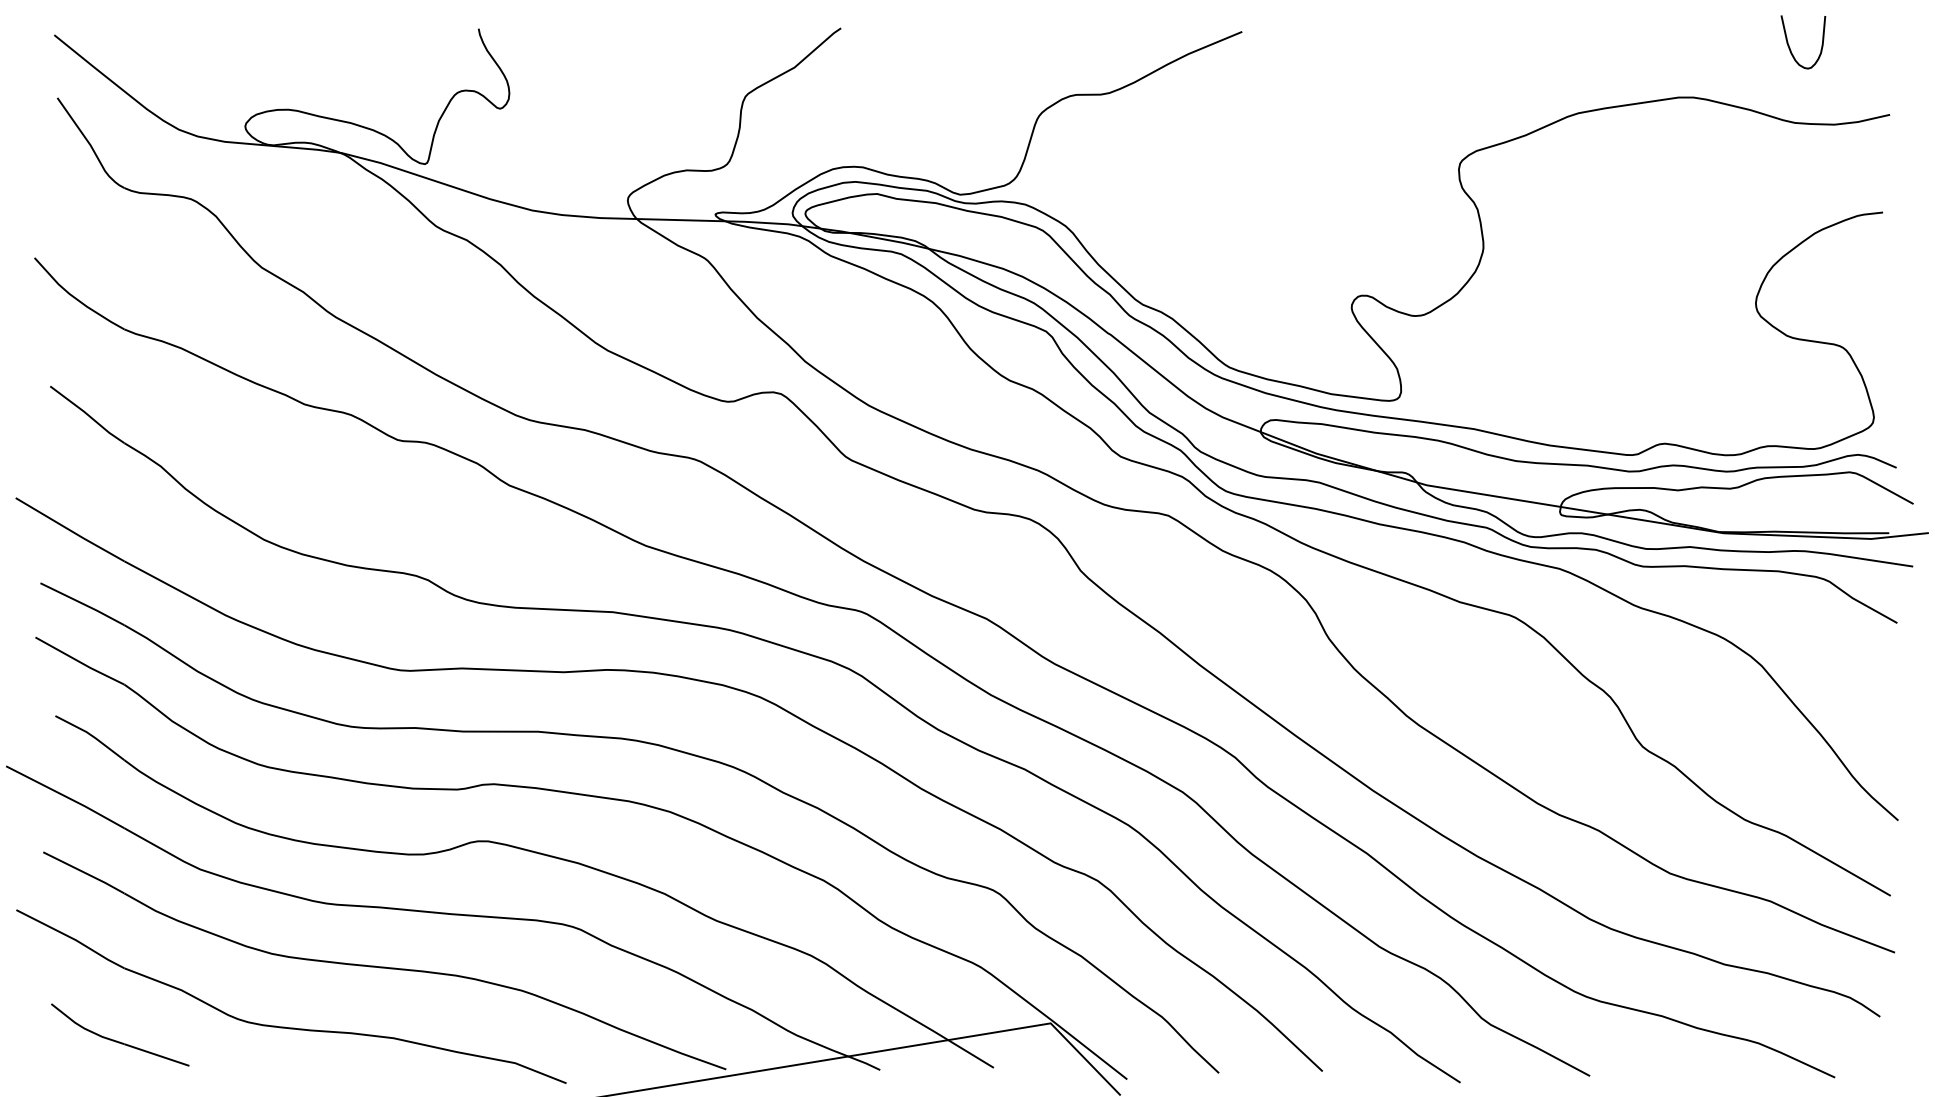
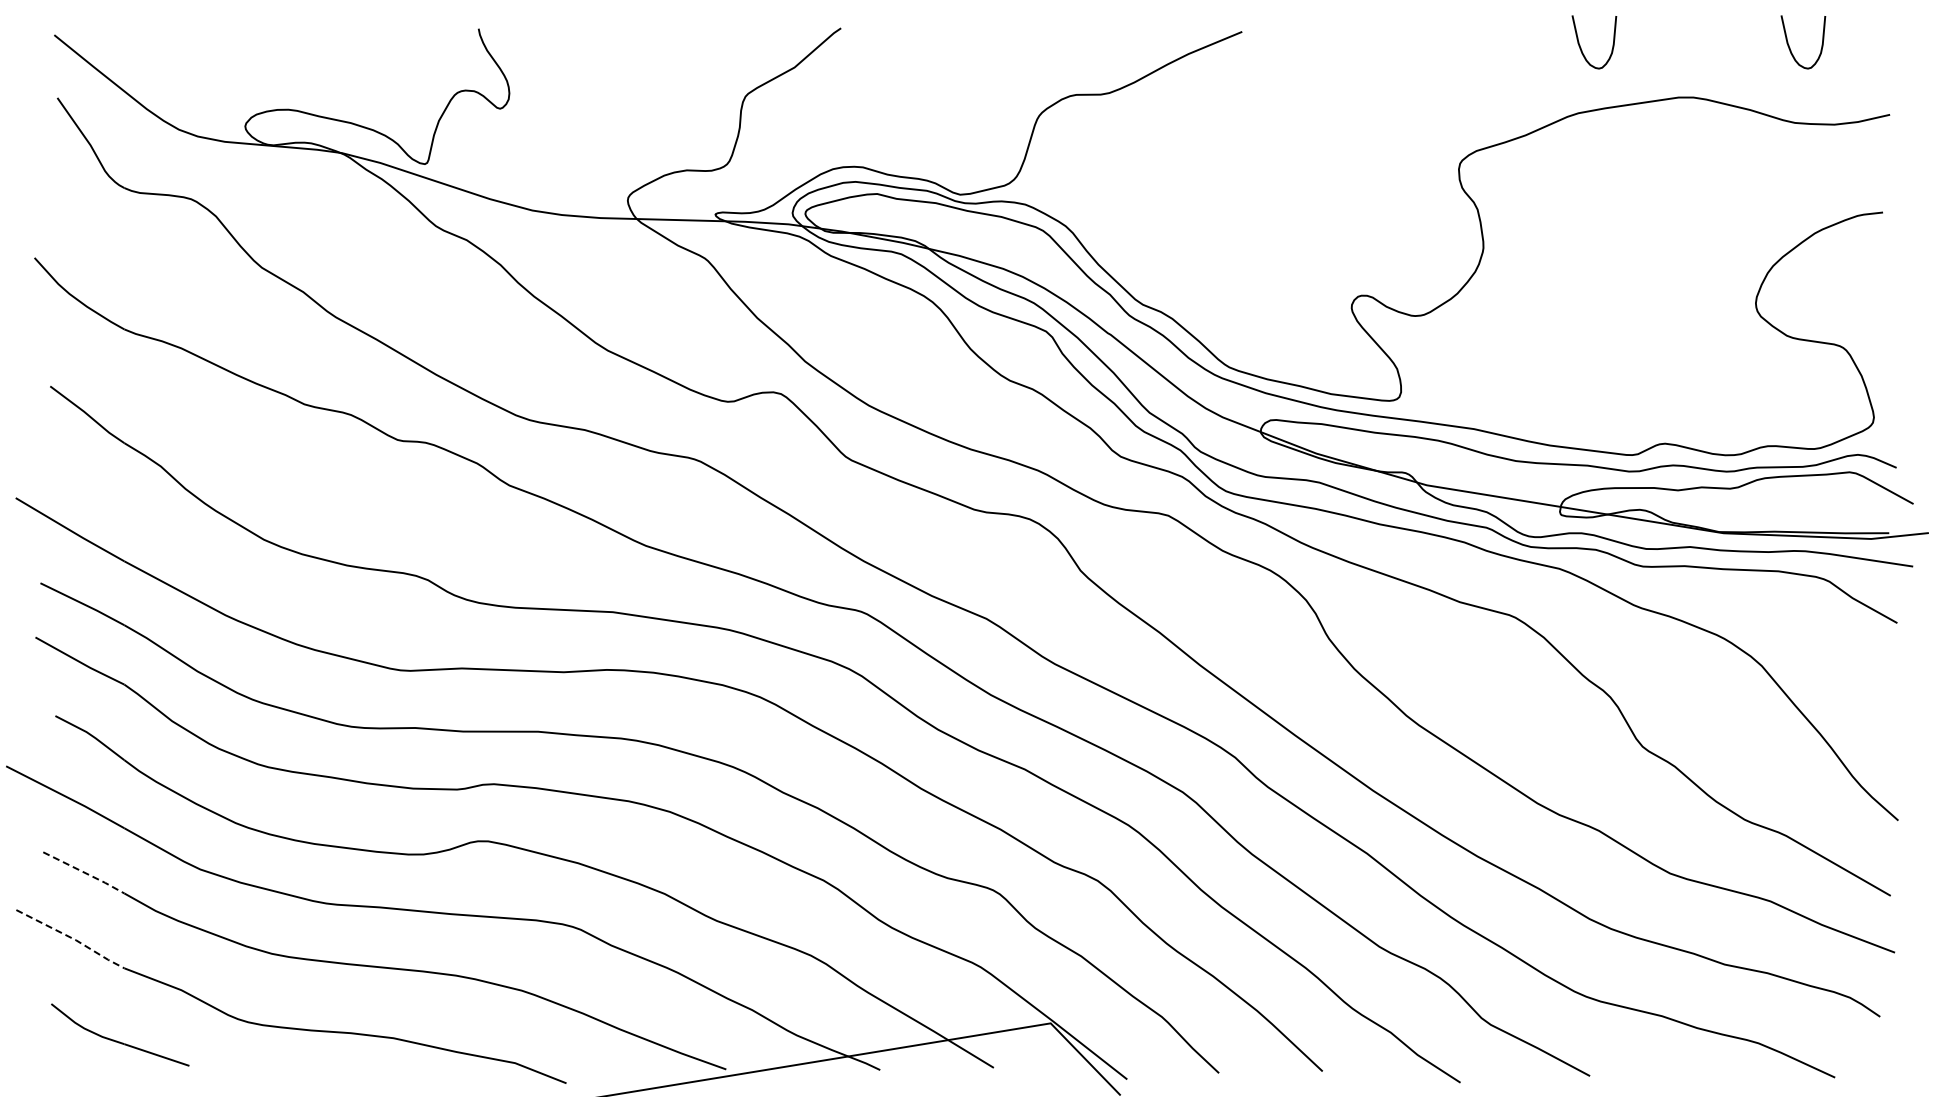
curve at (1581, 47): none -> present
line at (84, 872): solid -> dashed
line at (72, 938): solid -> dashed
